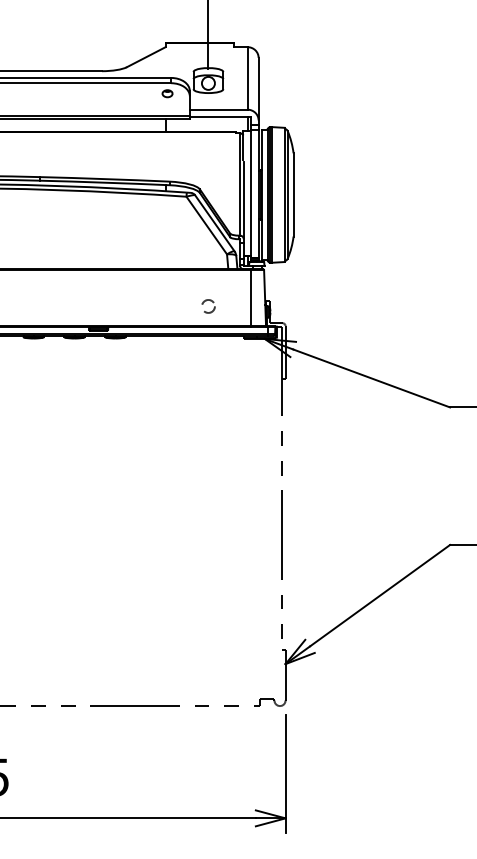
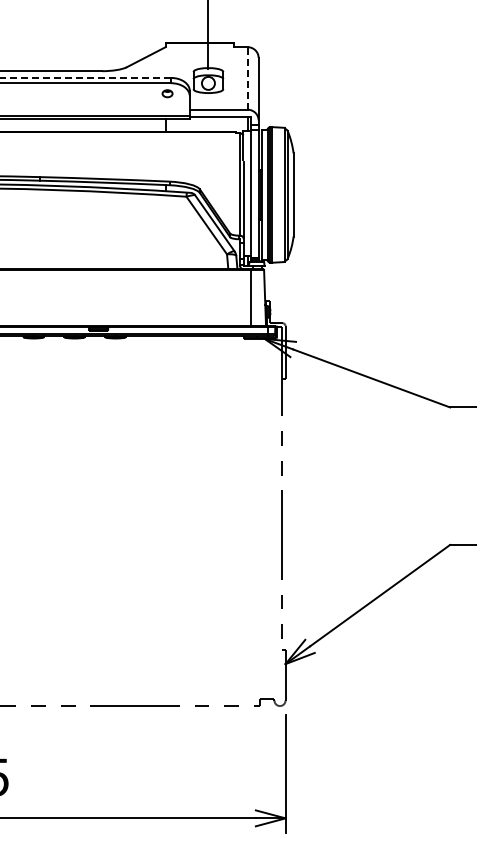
line at (85, 77): solid -> dashed
line at (247, 77): solid -> dashed
circle at (208, 306): present -> none
